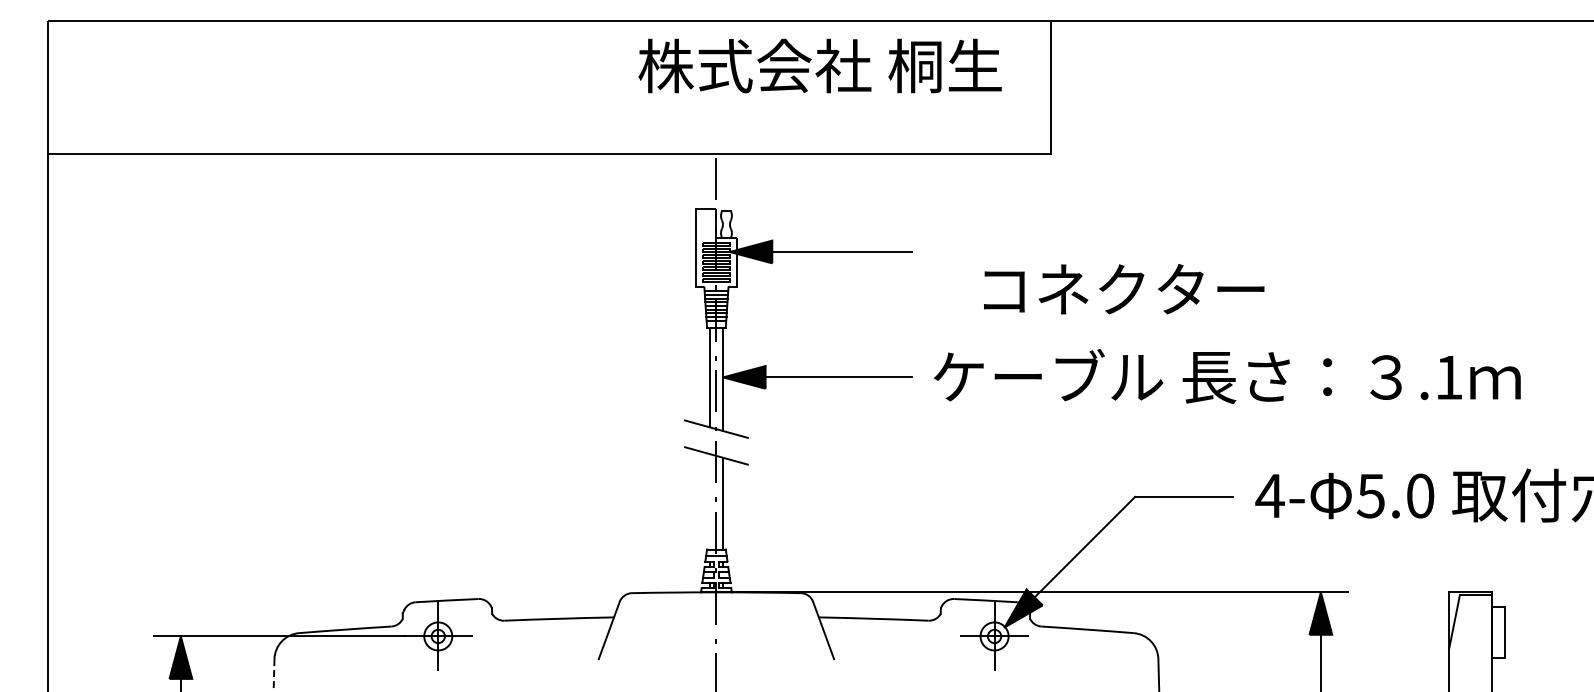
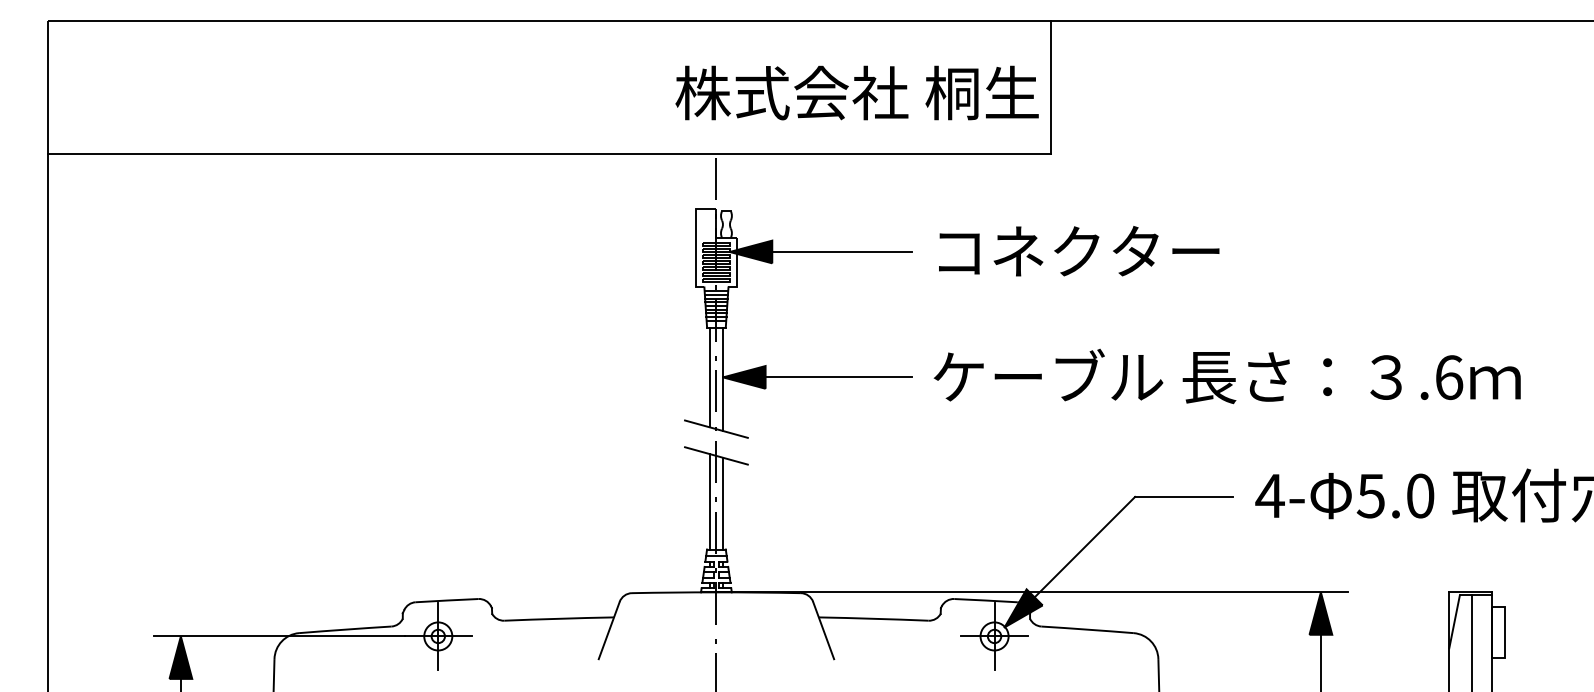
text at (819, 65) position: (819, 65) -> (856, 92)
text at (1124, 289) position: (1124, 289) -> (1079, 251)
text at (1449, 377): .1 -> .6
line at (709, 501): none -> present
line at (1471, 641): none -> present
arc at (274, 676): dashed -> solid
